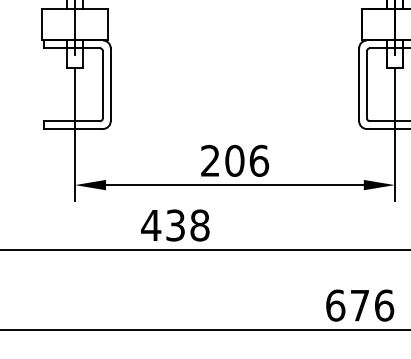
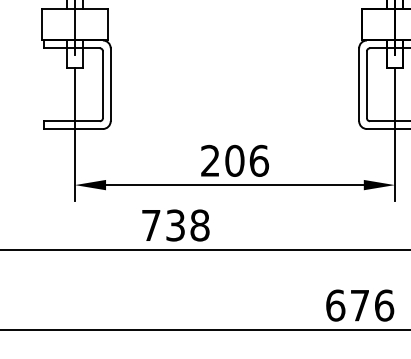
text at (151, 225): 438 -> 738
